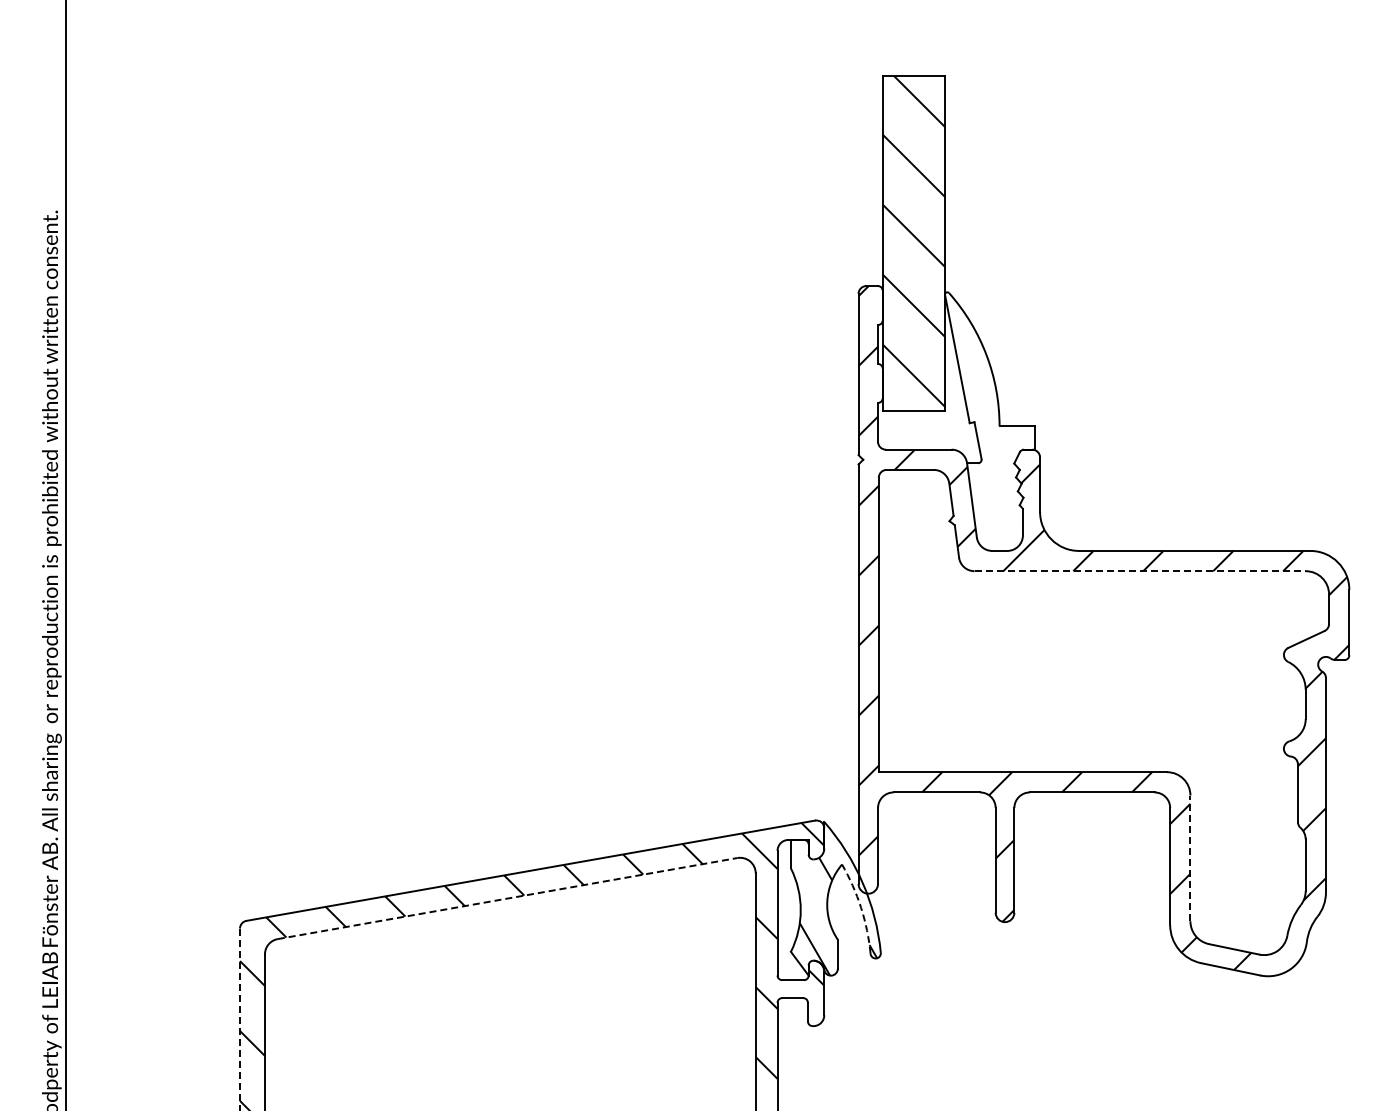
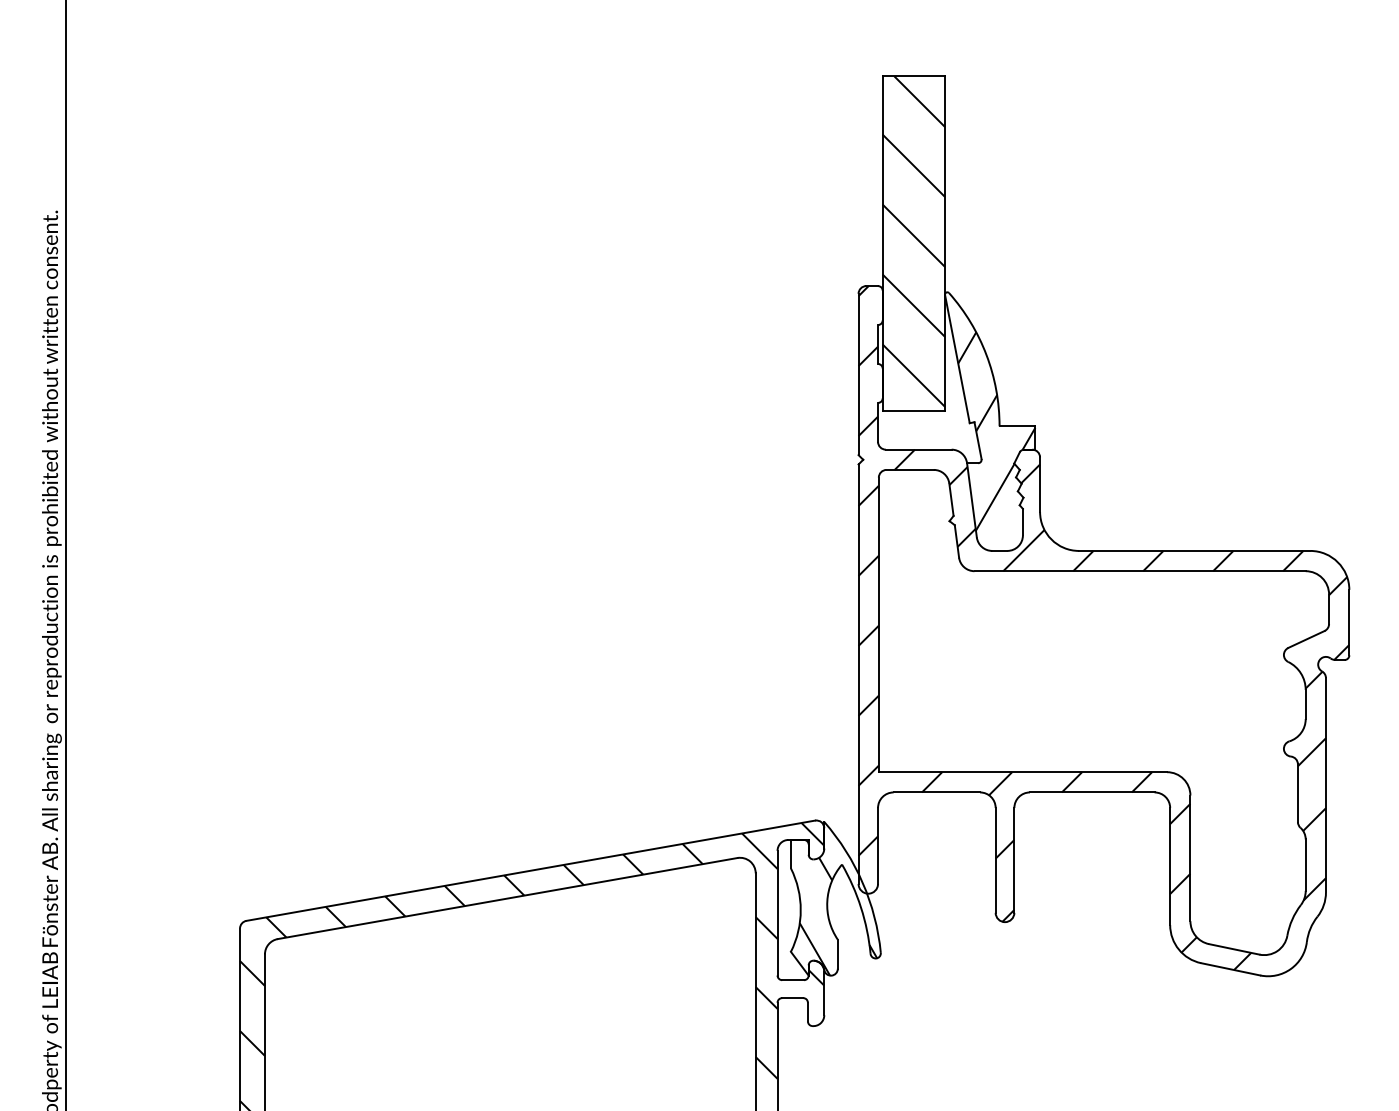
hatch at (996, 431): none -> present
line at (1140, 571): dashed -> solid
line at (1190, 858): dashed -> solid
line at (508, 898): dashed -> solid
arc at (861, 907): dashed -> solid
line at (240, 1019): dashed -> solid
